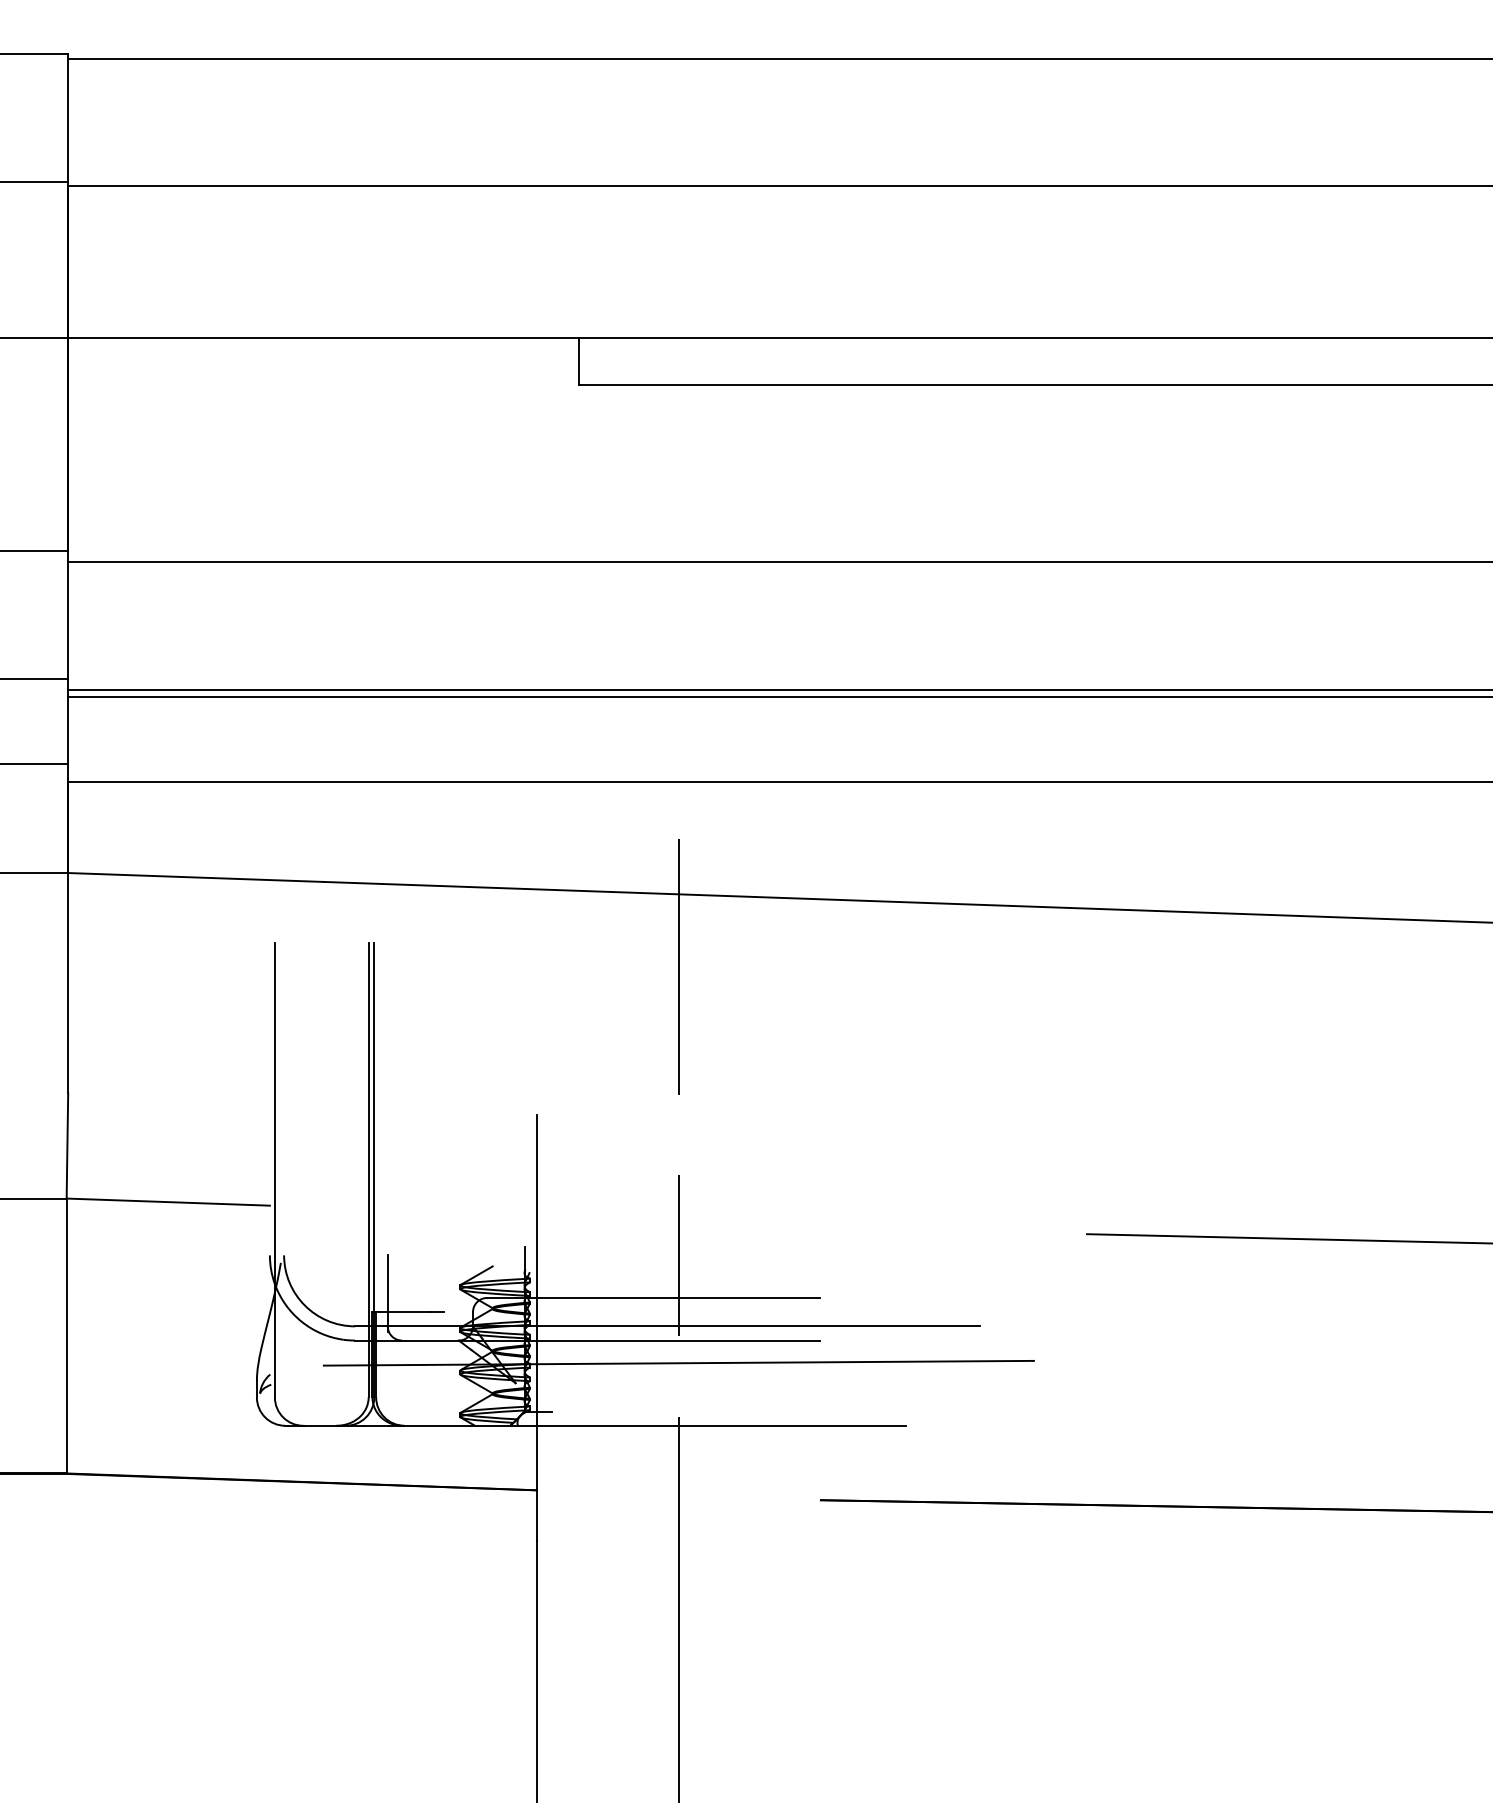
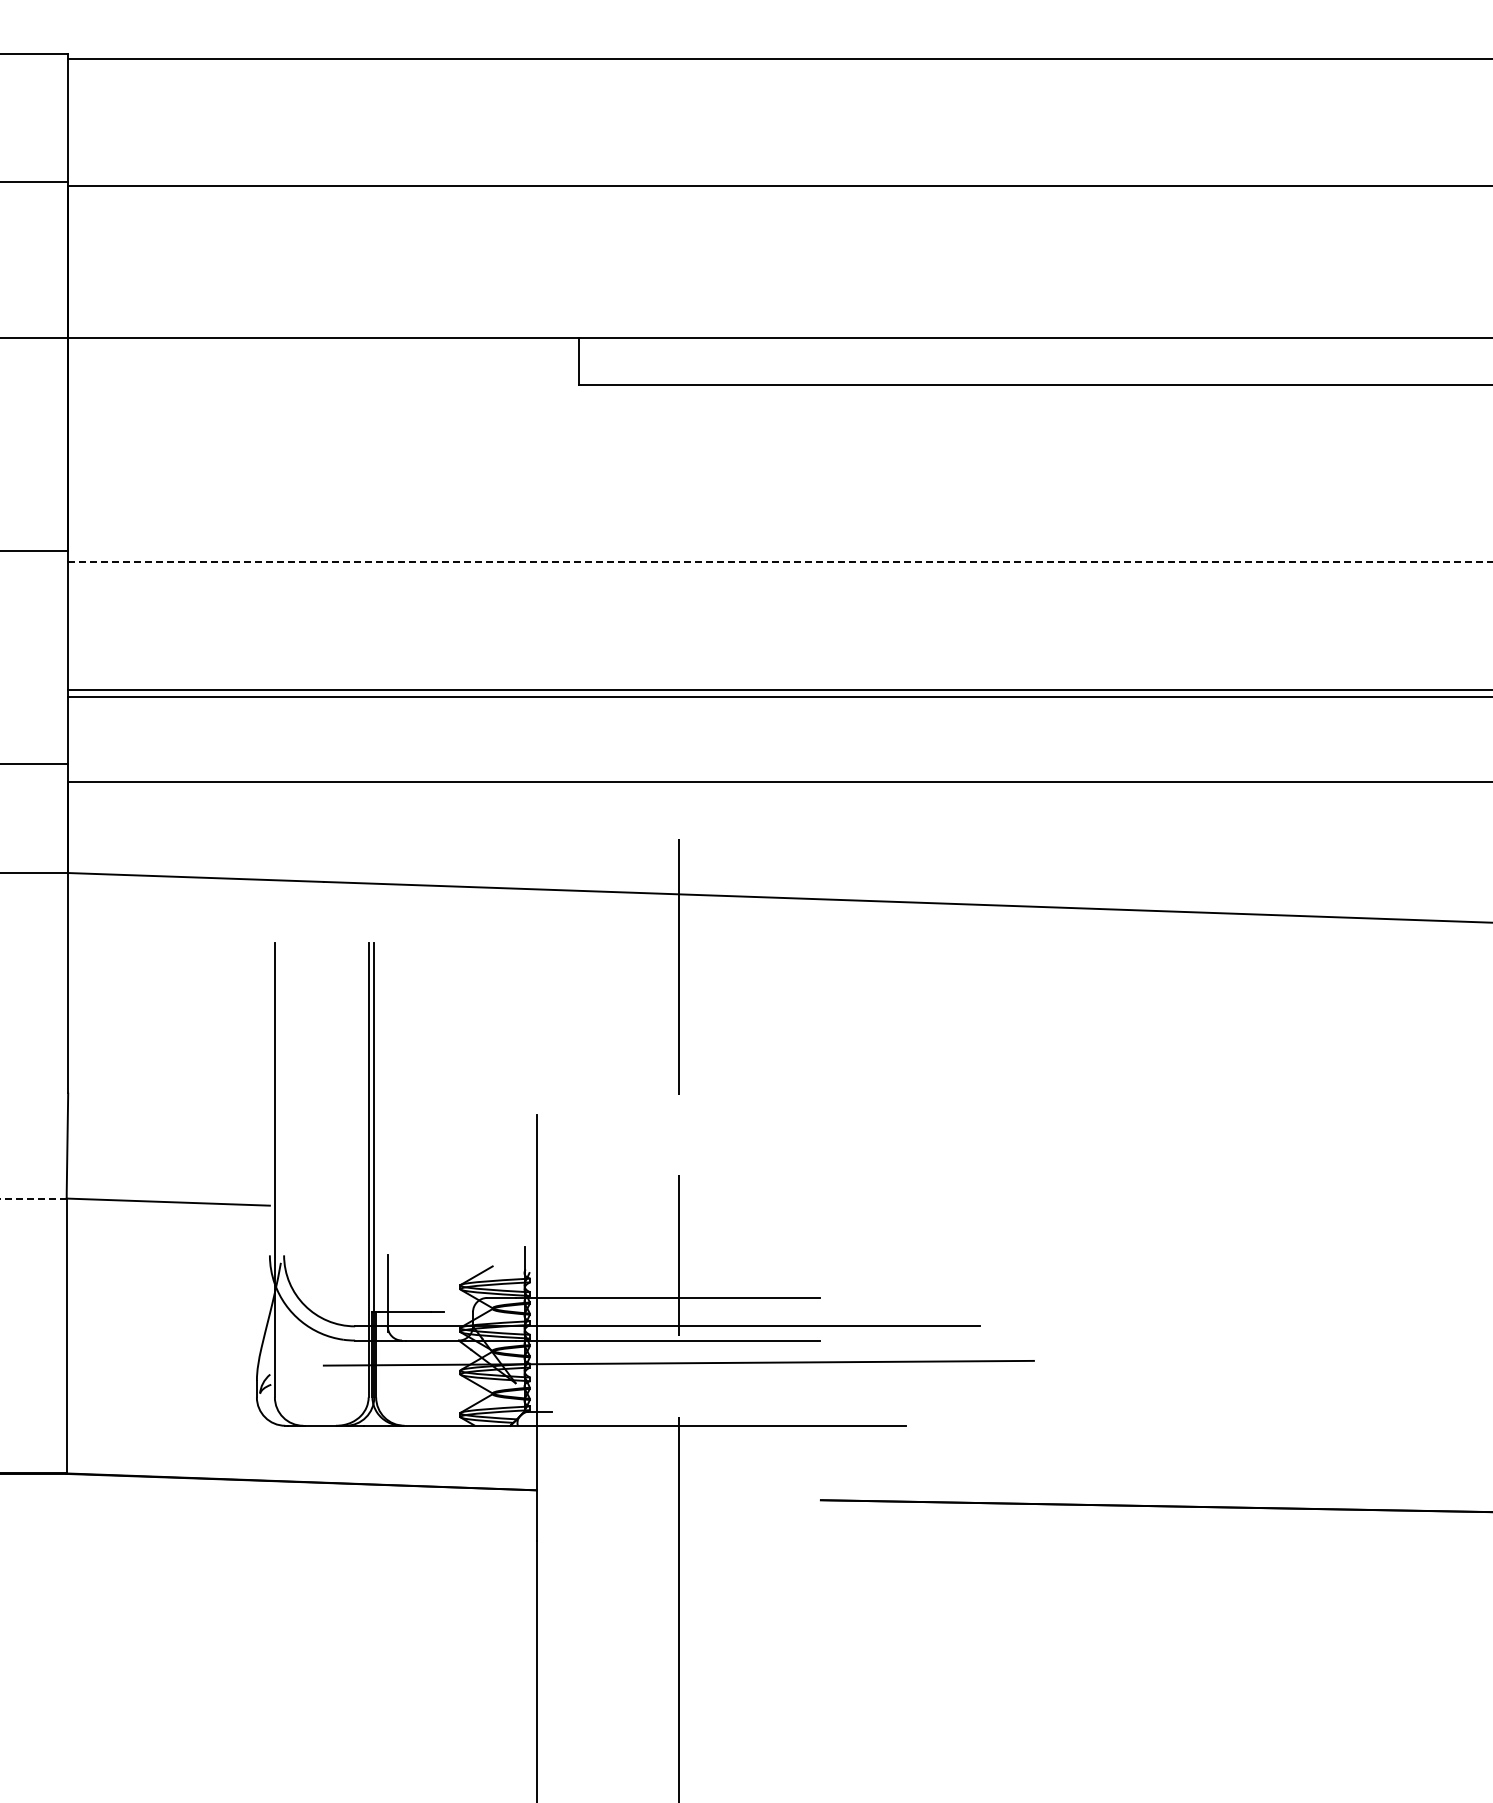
line at (780, 561): solid -> dashed
line at (35, 678): present -> none
line at (33, 1198): solid -> dashed
line at (1288, 1238): present -> none
